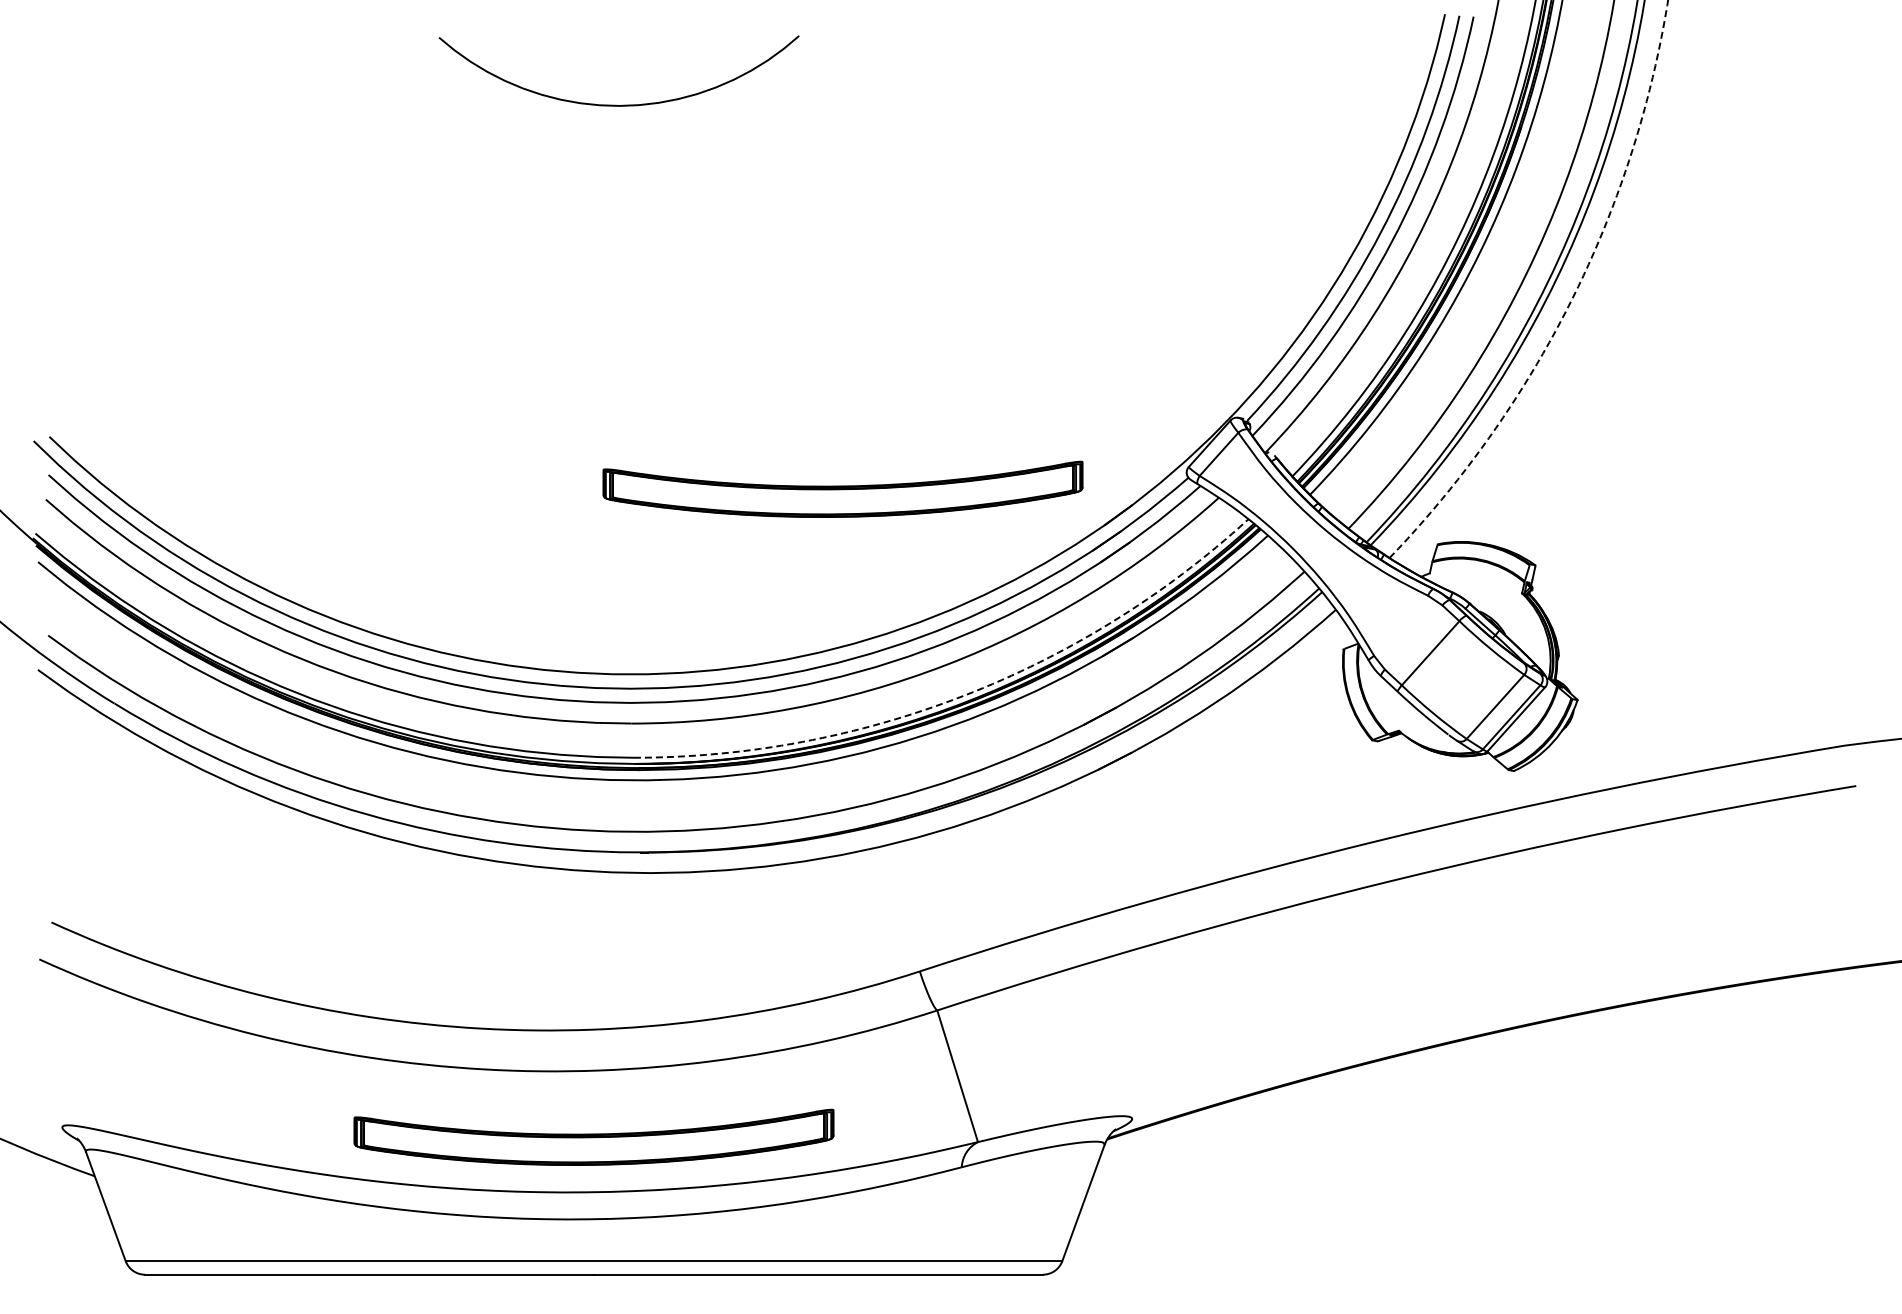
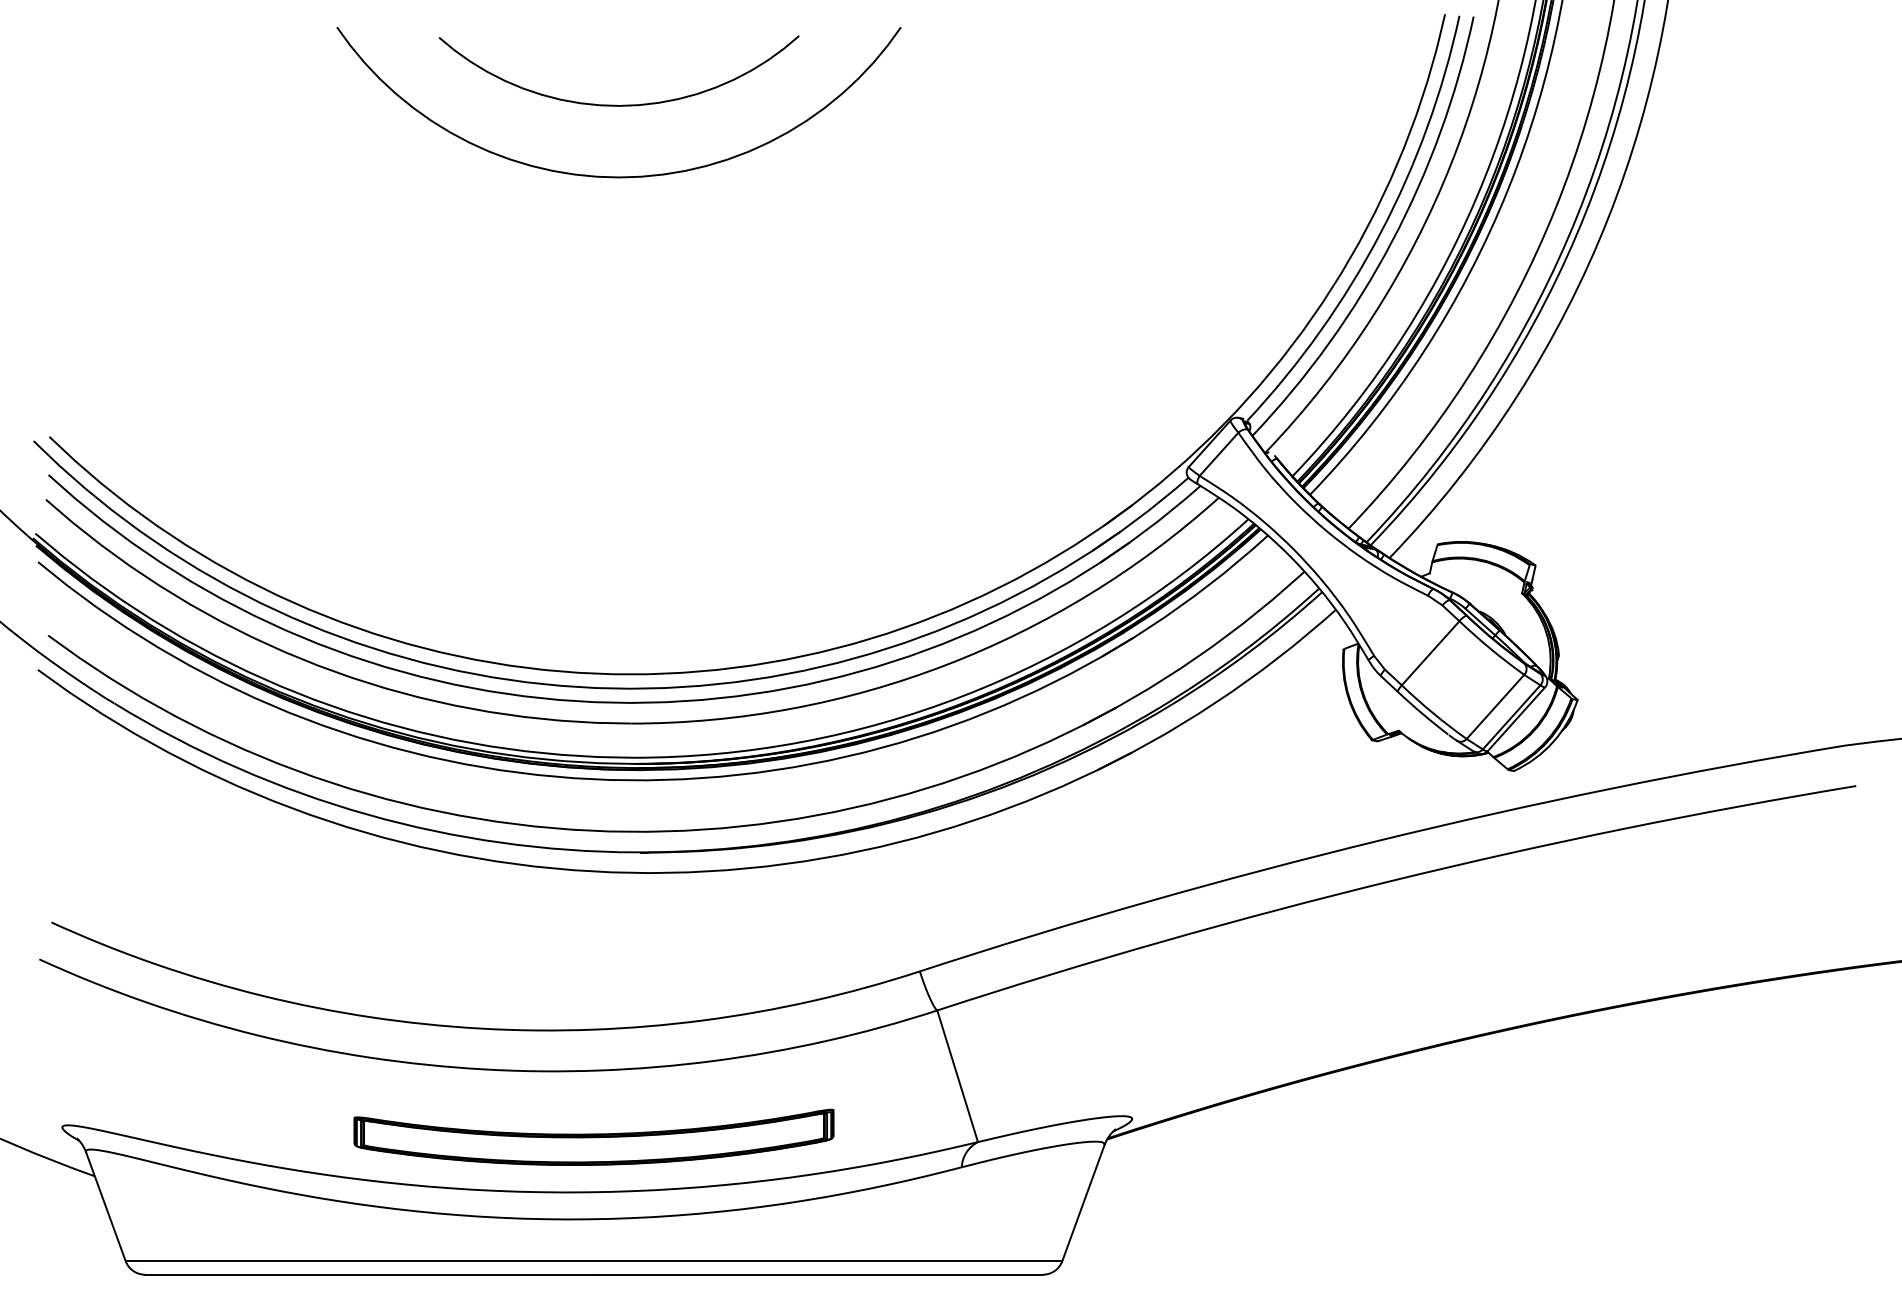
part at (618, 176): none -> present
arc at (1571, 301): dashed -> solid
part at (842, 488): present -> none
arc at (963, 696): dashed -> solid
